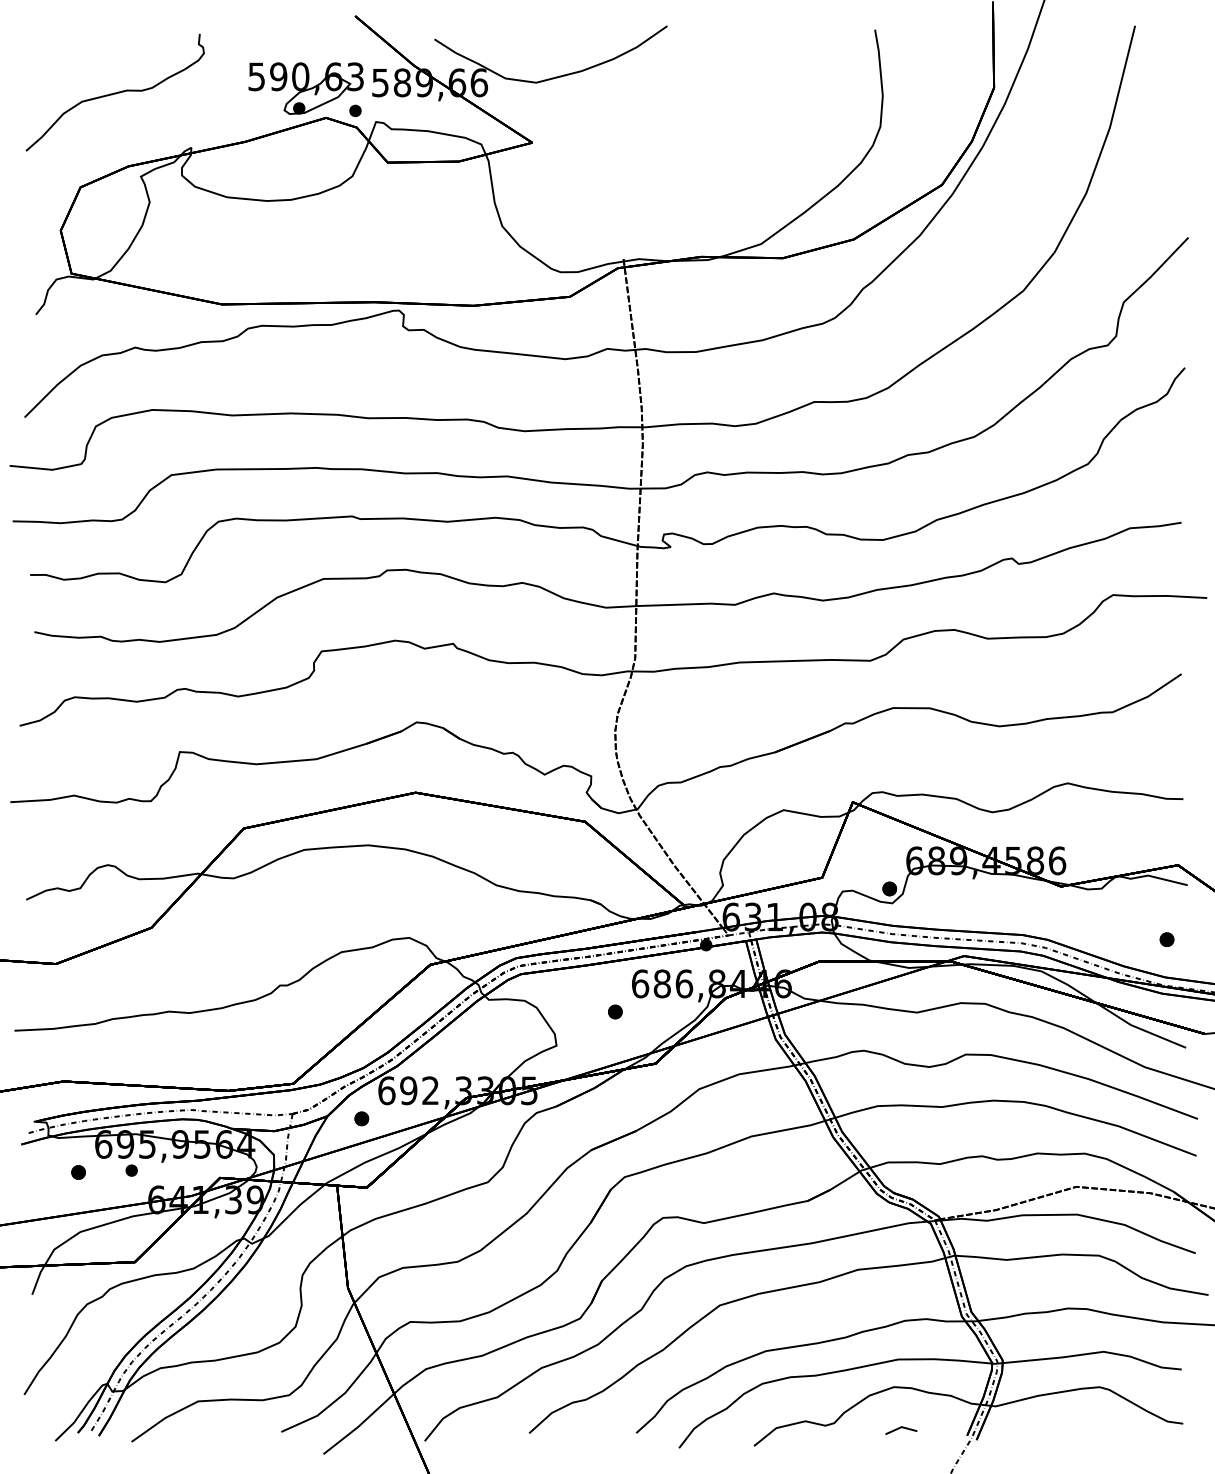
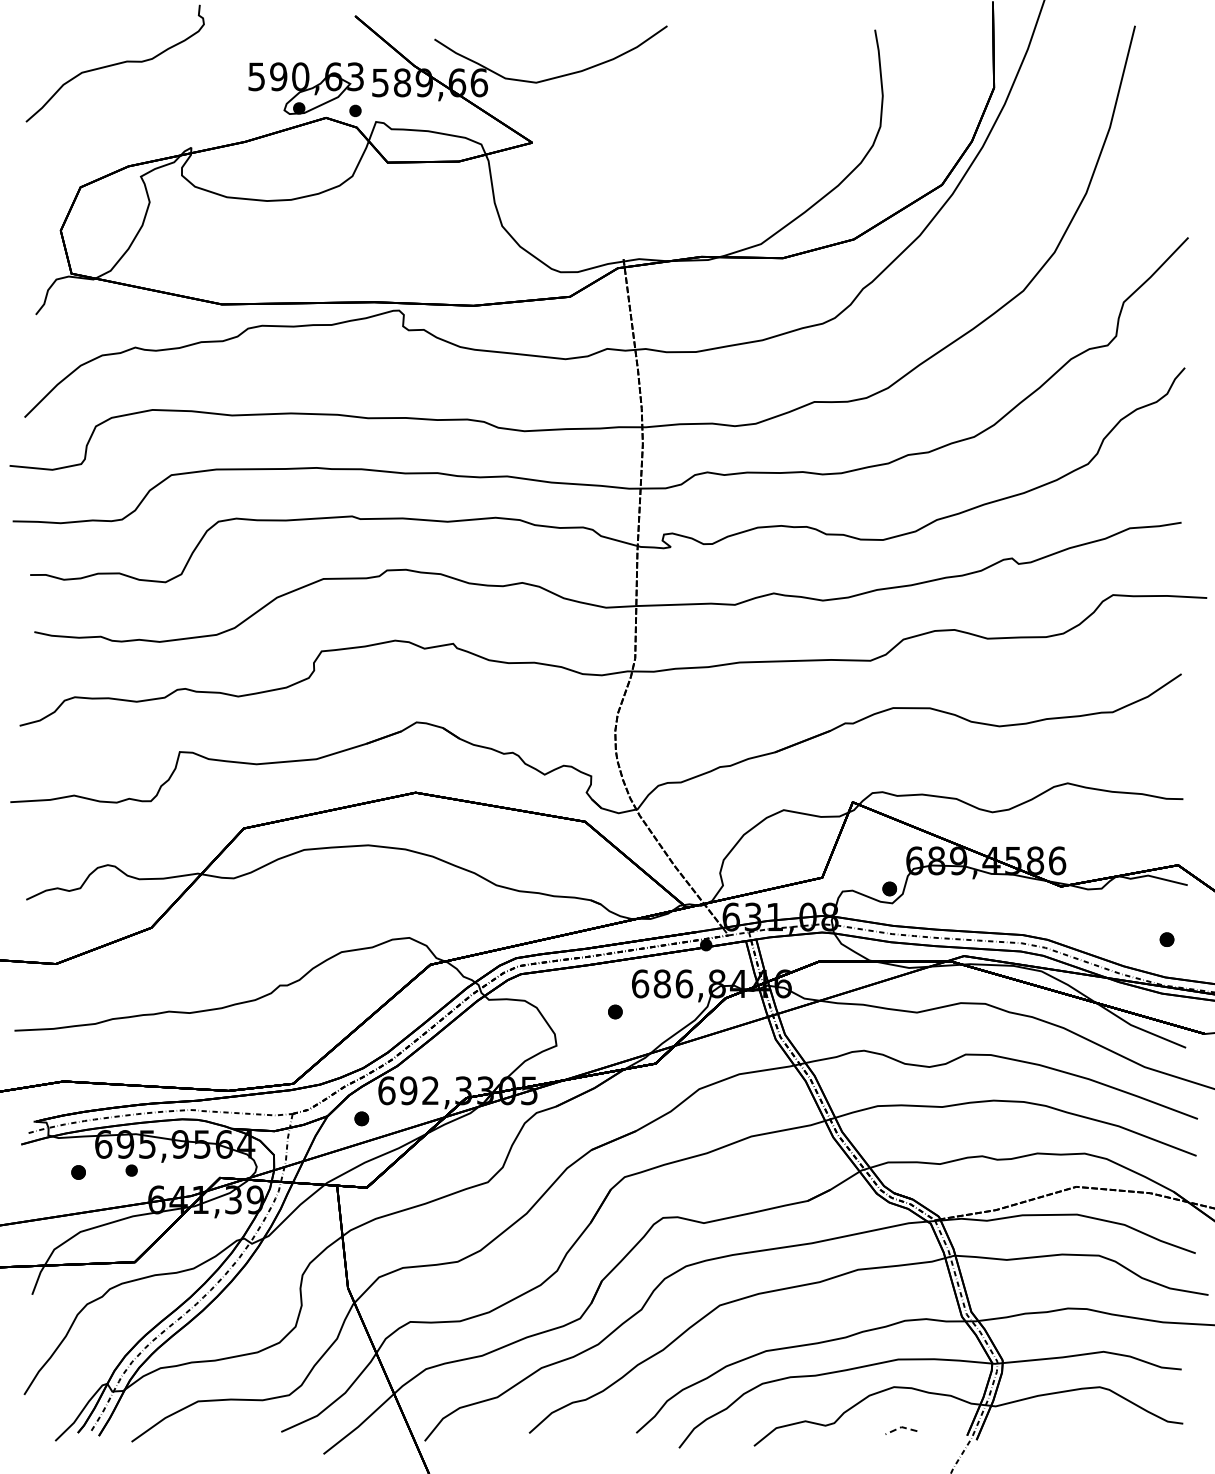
curve at (114, 92) position: (114, 92) -> (114, 63)
line at (901, 1427): solid -> dashed
